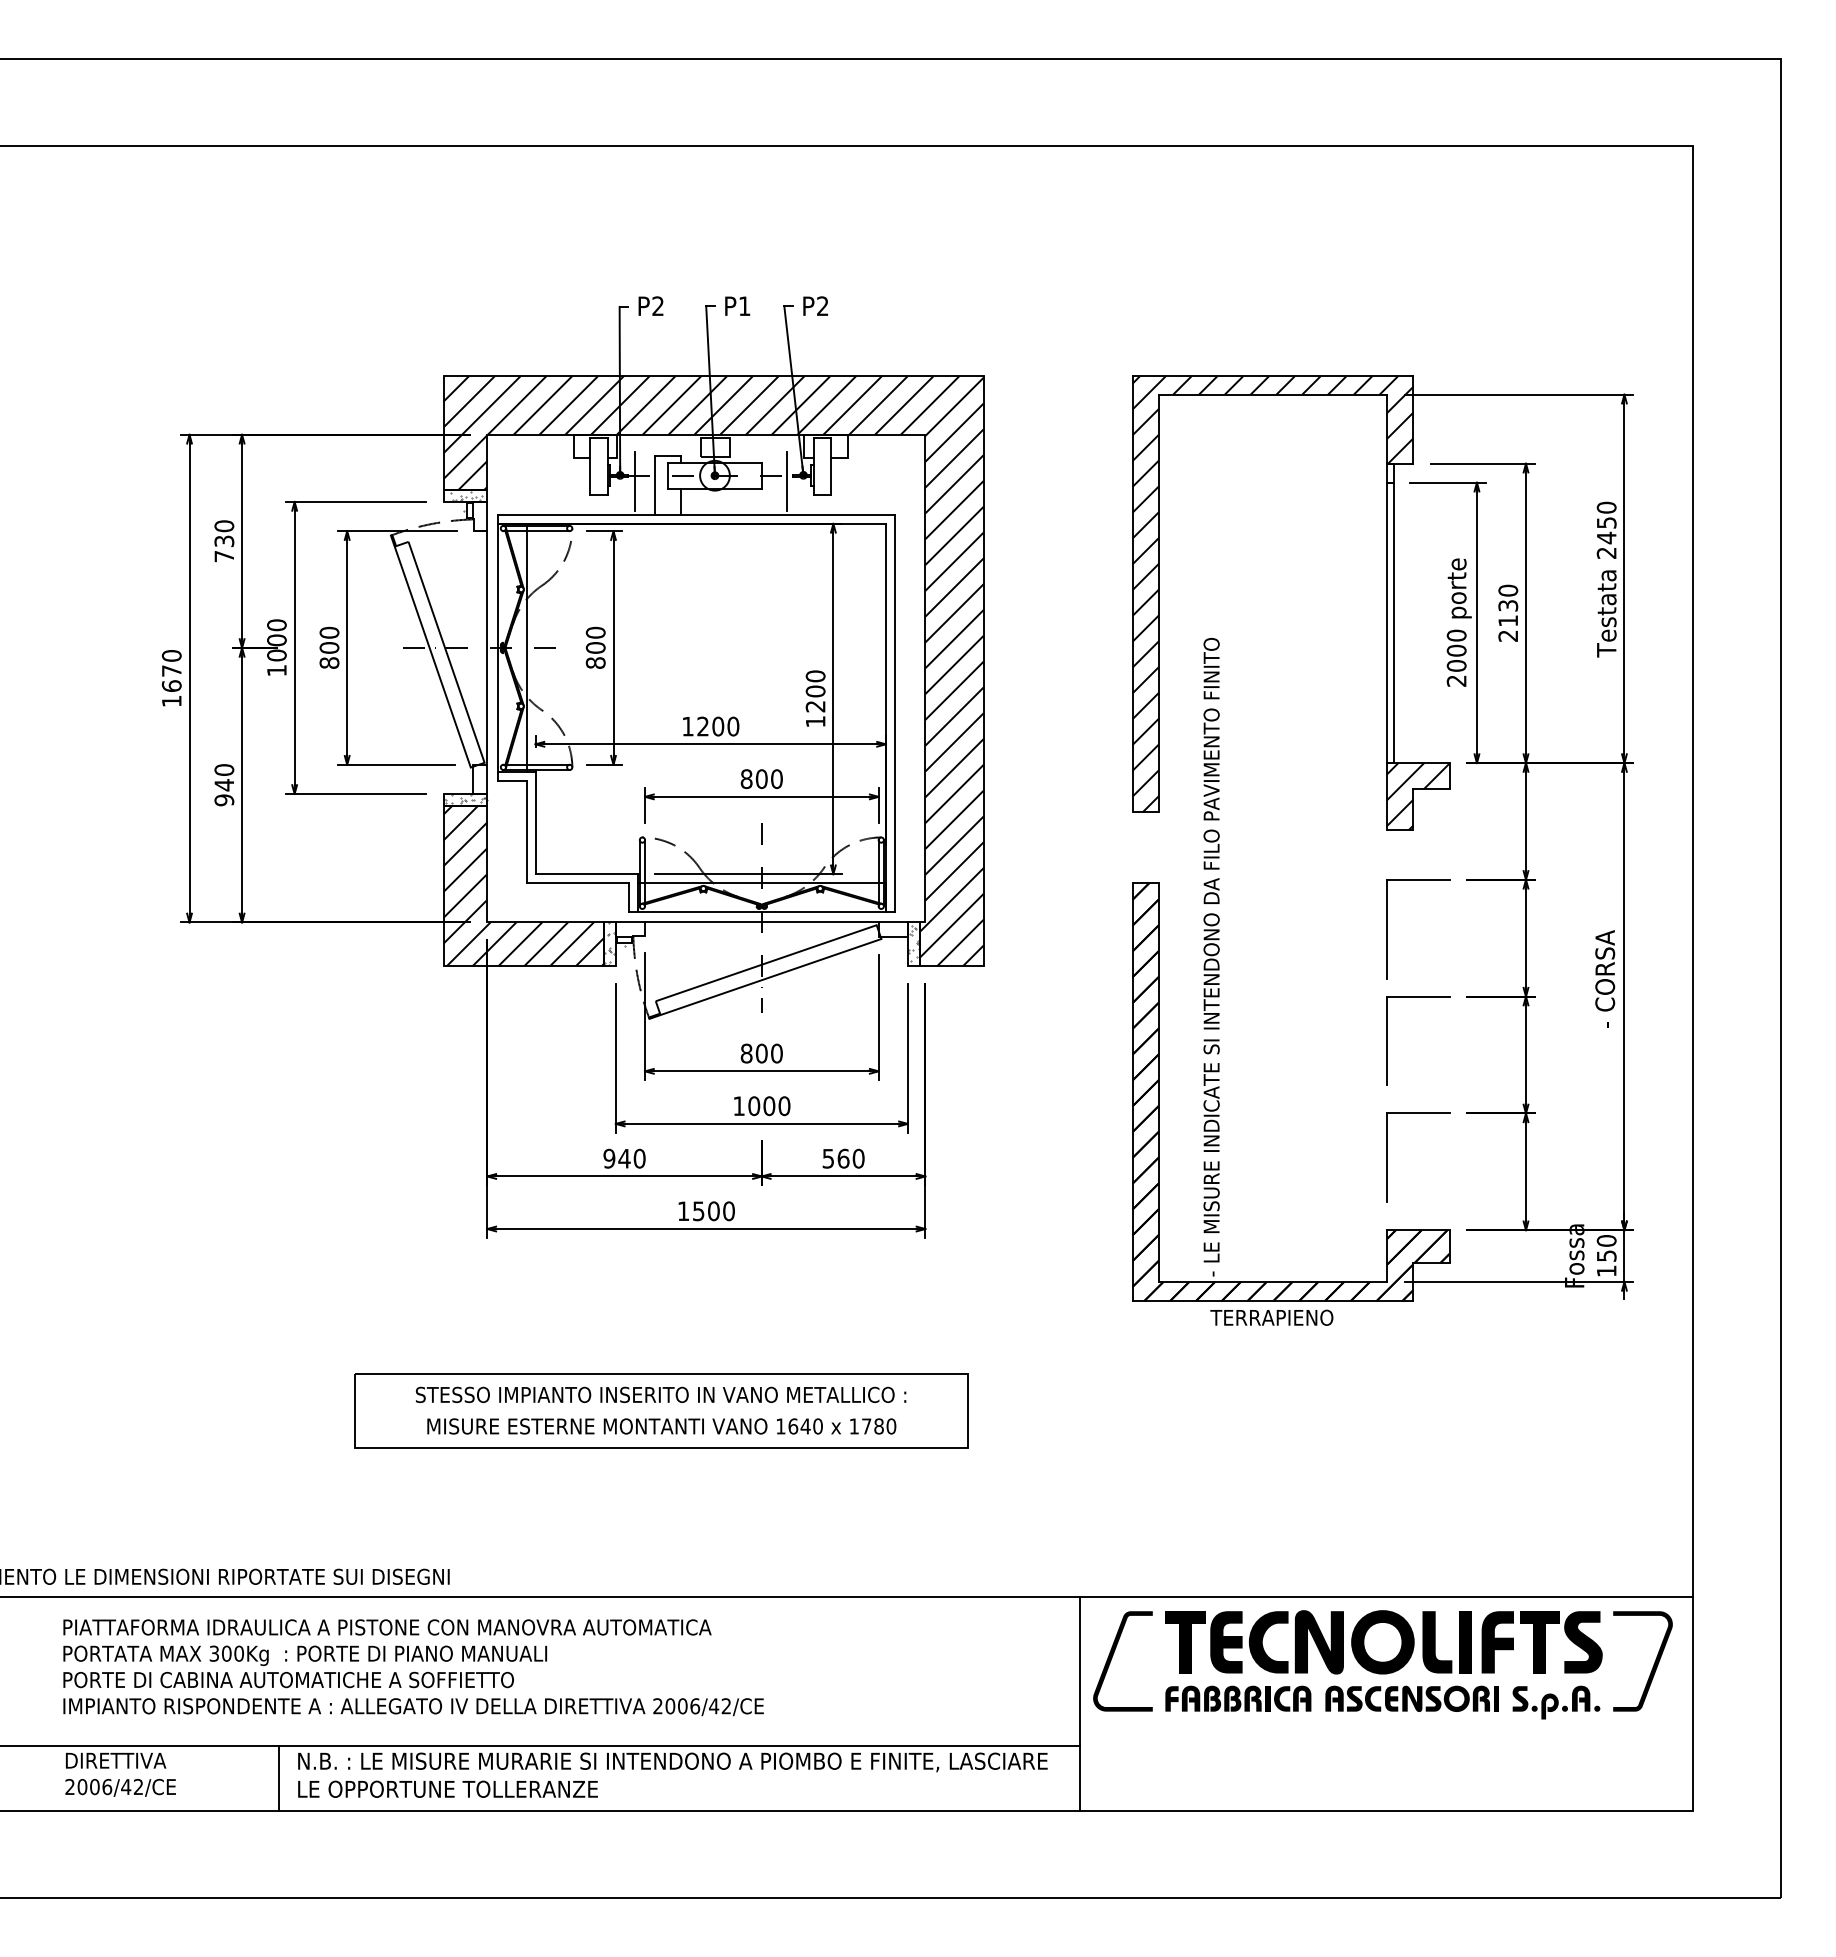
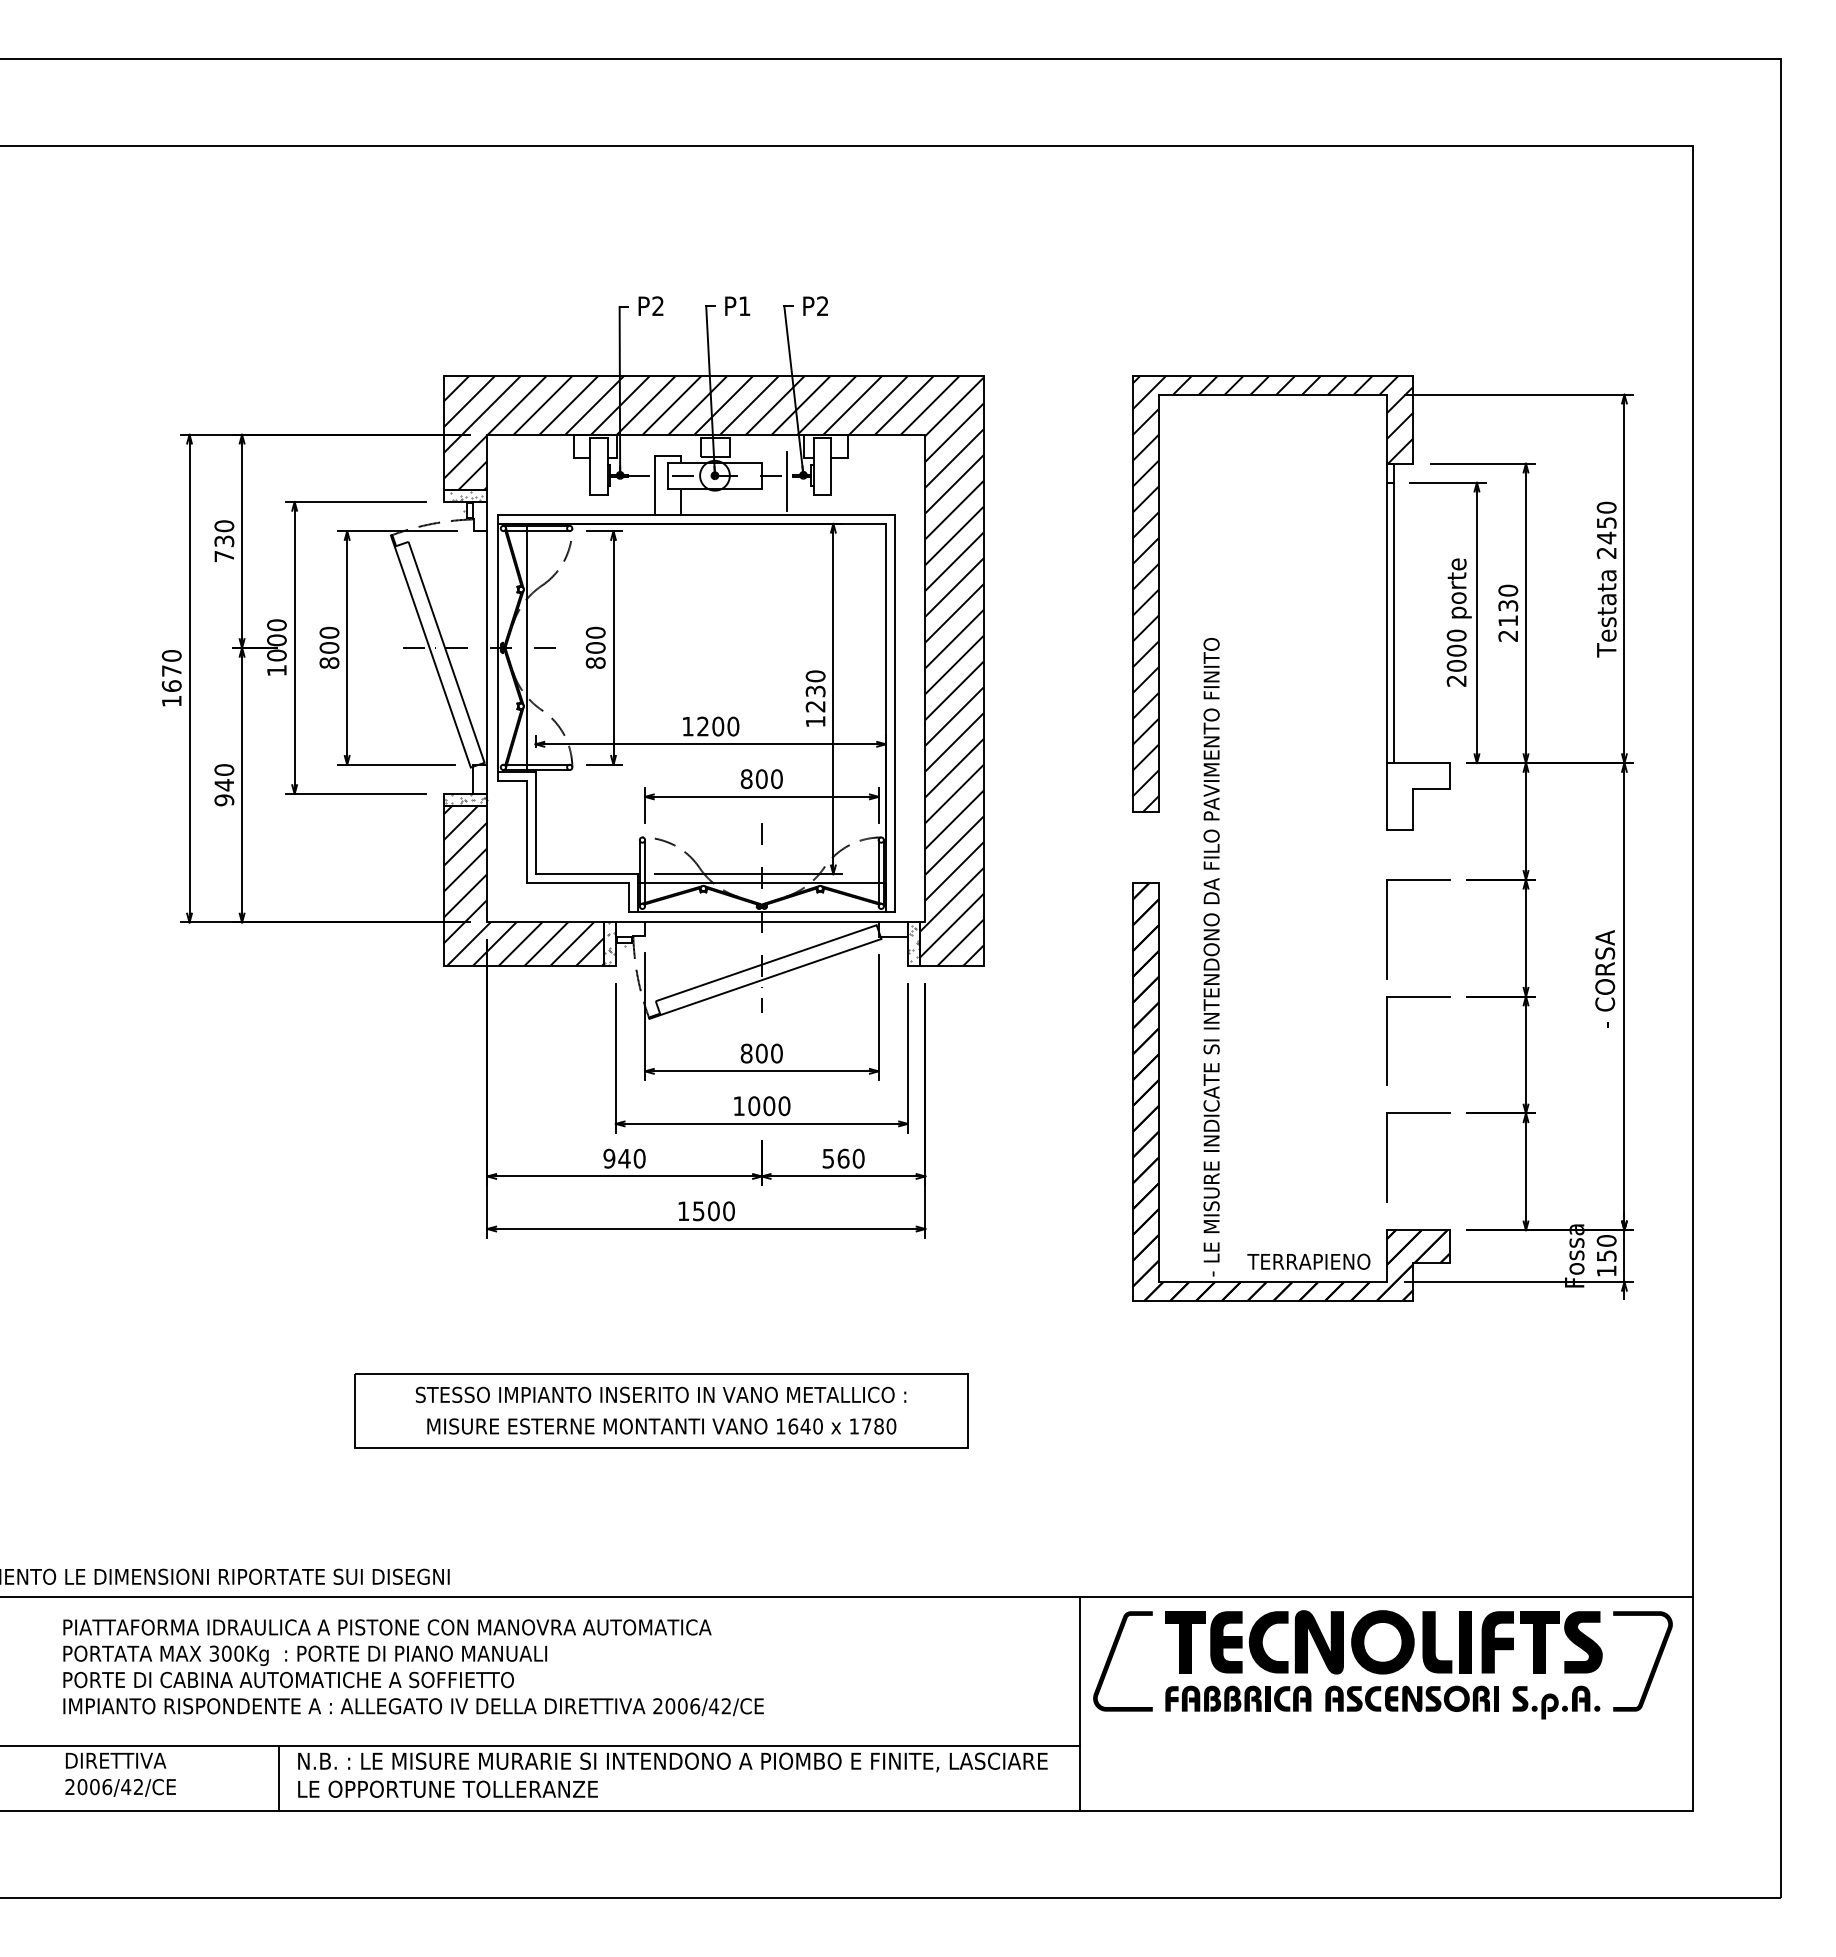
line at (634, 481): present -> none
text at (815, 691): 1200 -> 1230
hatch at (1418, 796): present -> none
text at (1271, 1317) position: (1271, 1317) -> (1308, 1261)
